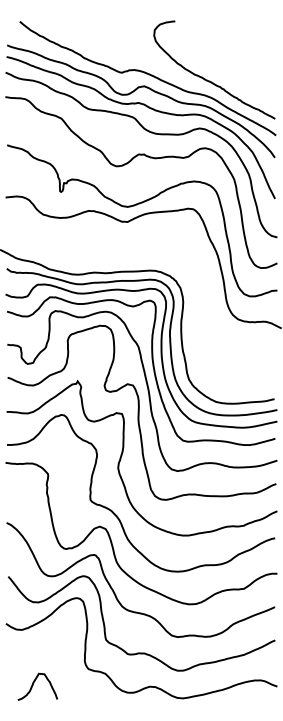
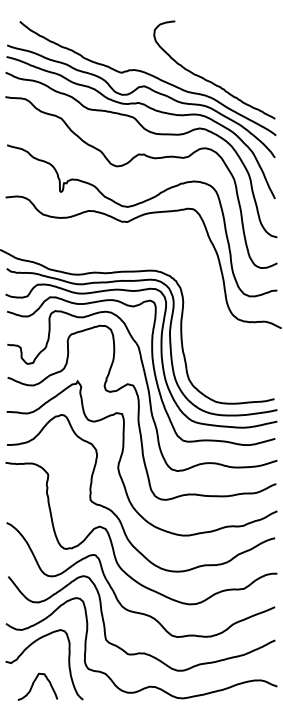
curve at (29, 647): none -> present
